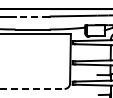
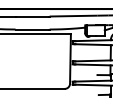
line at (32, 16): dashed -> solid
line at (33, 88): dashed -> solid
